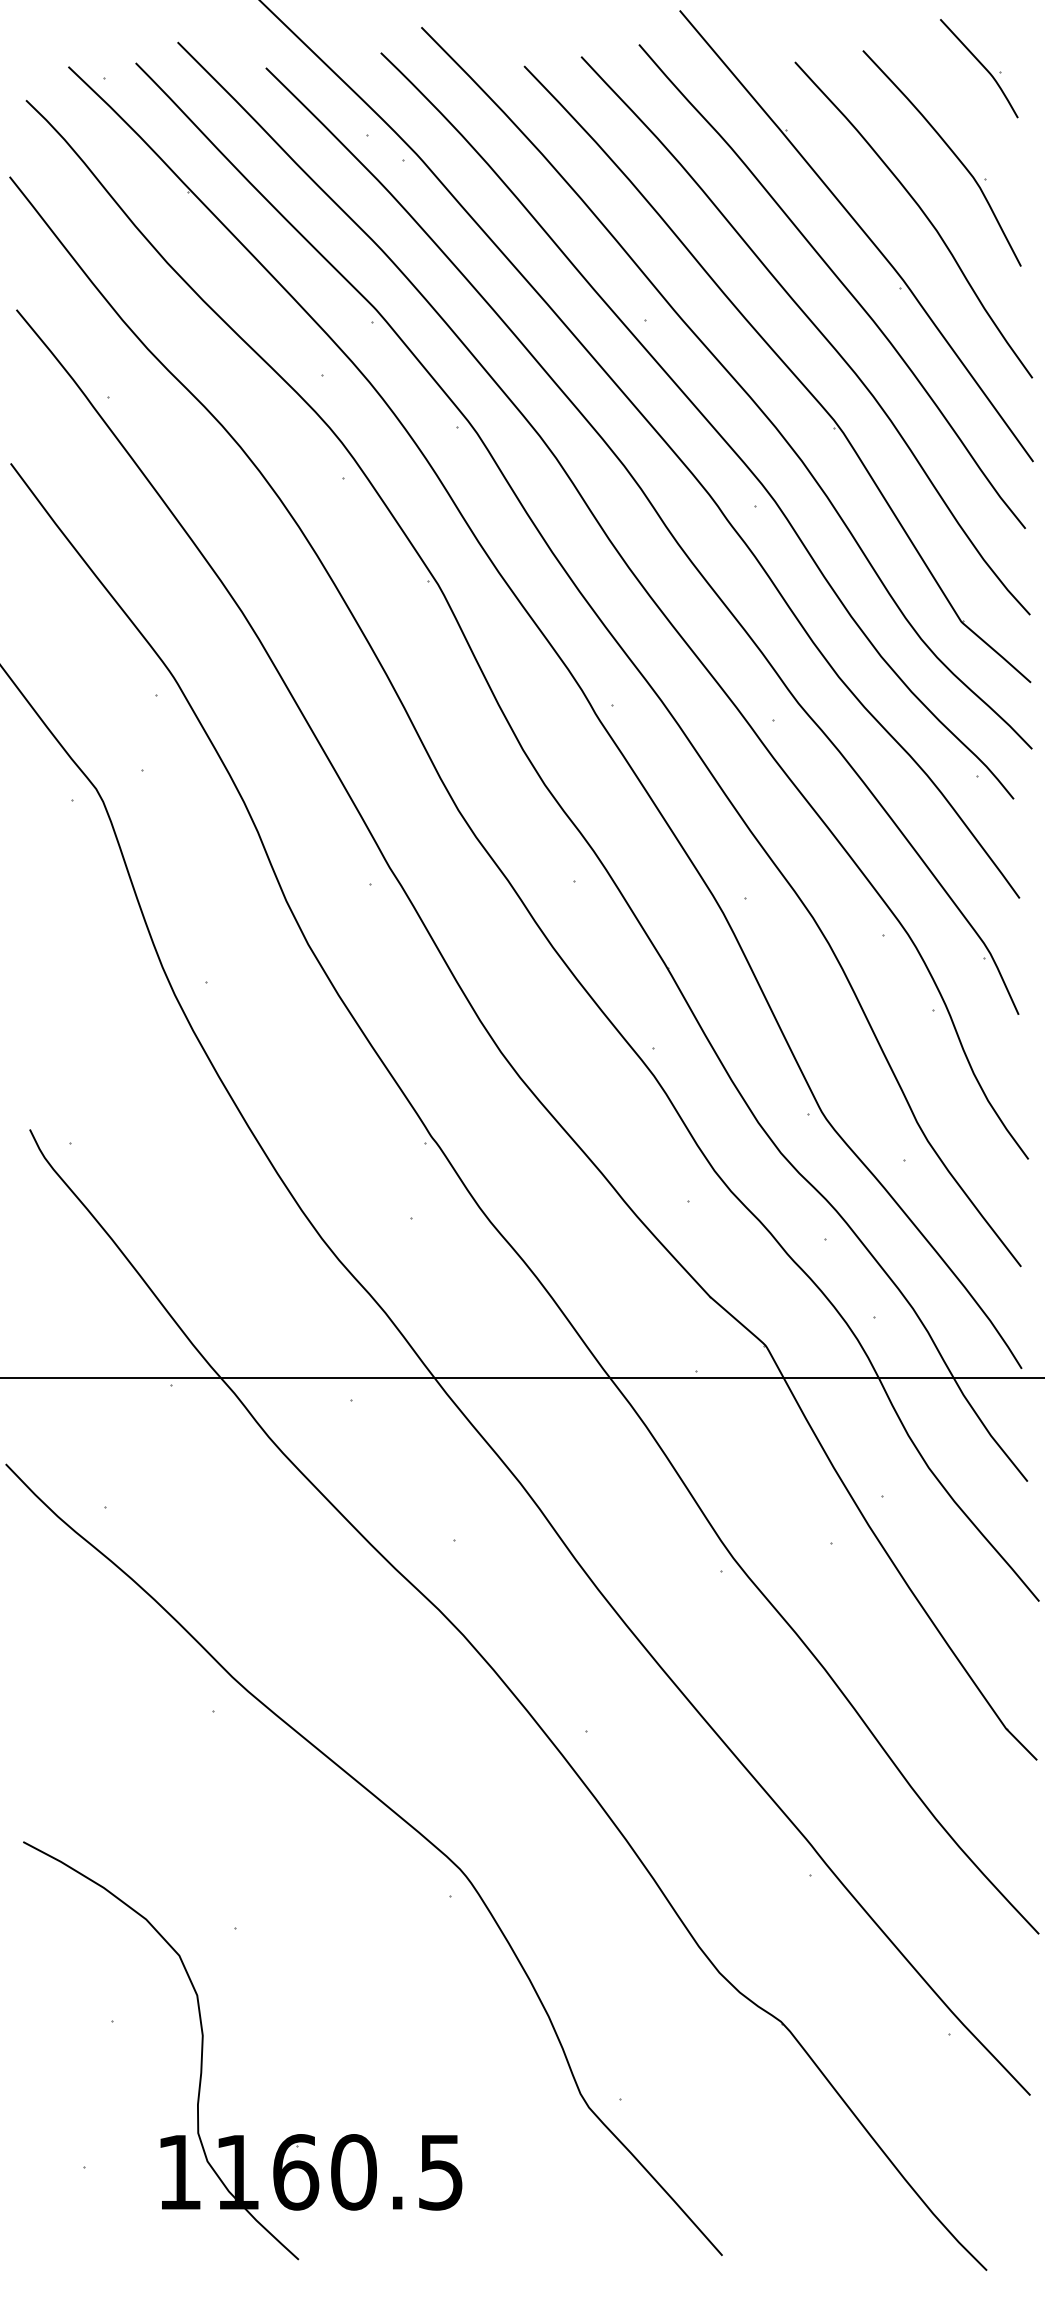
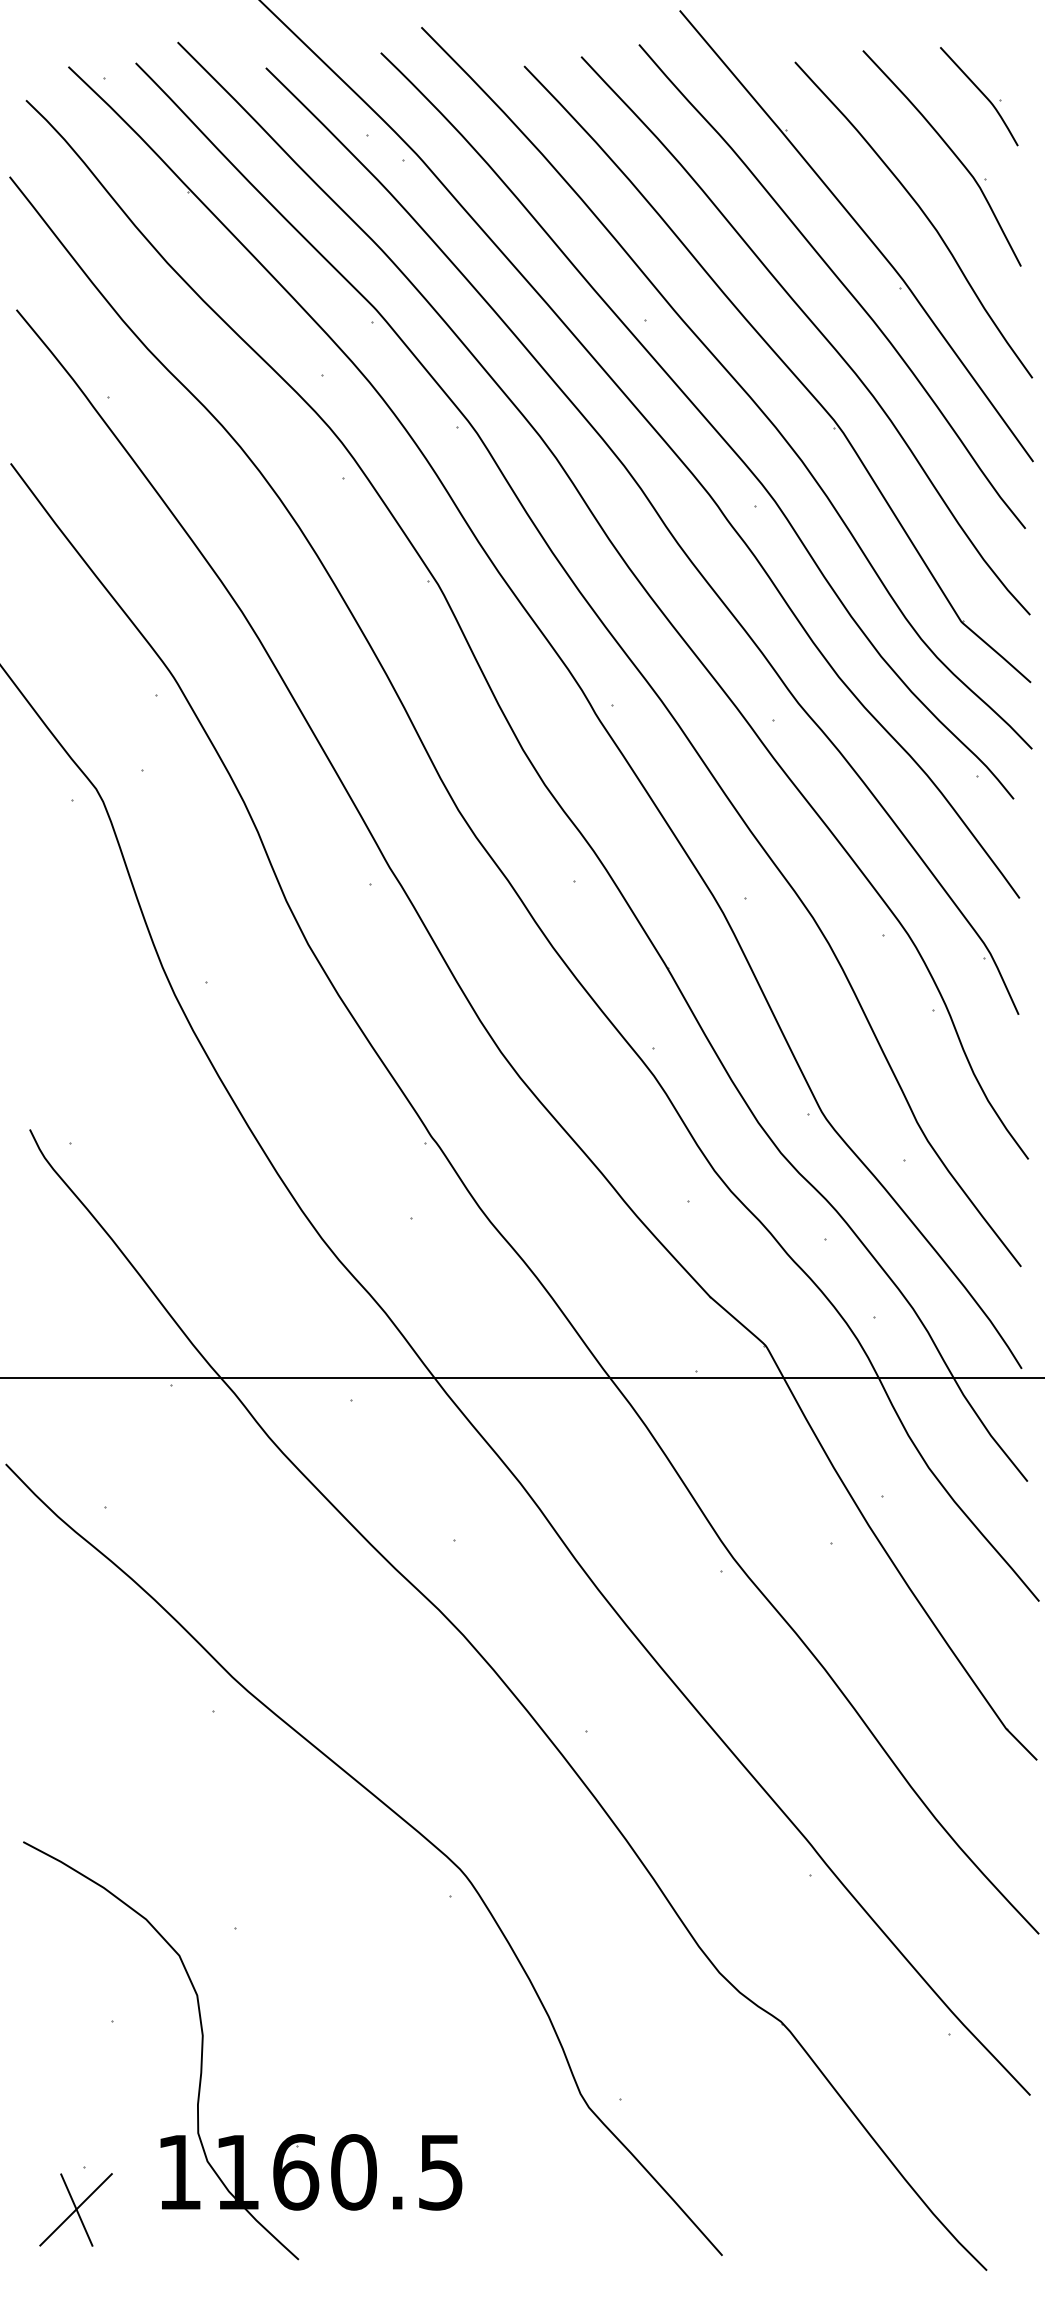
part at (979, 68) position: (979, 68) -> (979, 96)
part at (75, 2209): none -> present
